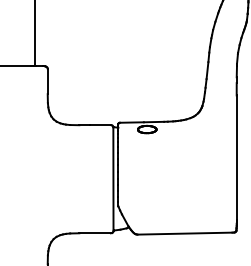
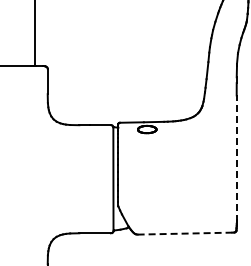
line at (236, 158): solid -> dashed
line at (185, 233): solid -> dashed
